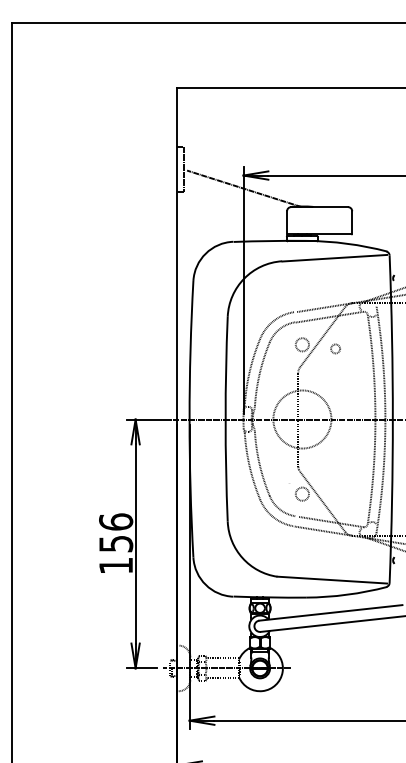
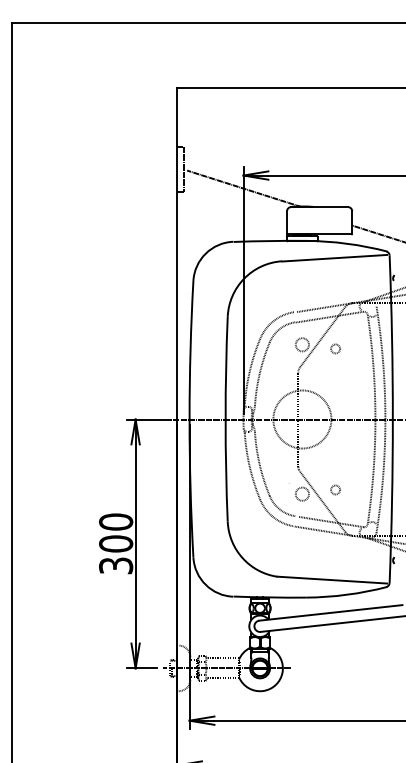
line at (377, 233): none -> present
circle at (335, 489): none -> present
text at (116, 543): 156 -> 300
